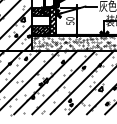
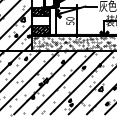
hatch at (52, 20): present -> none
